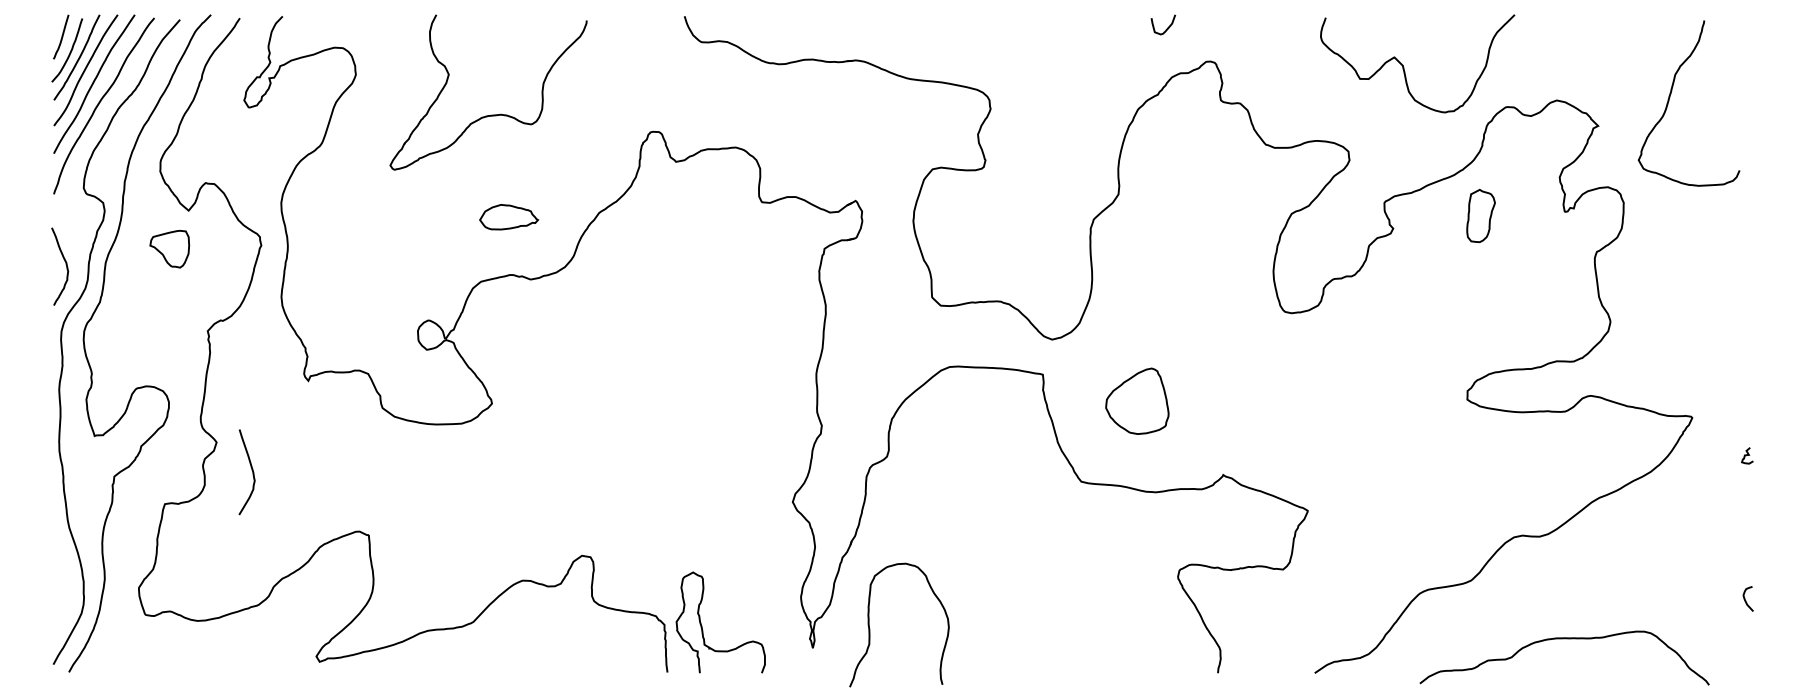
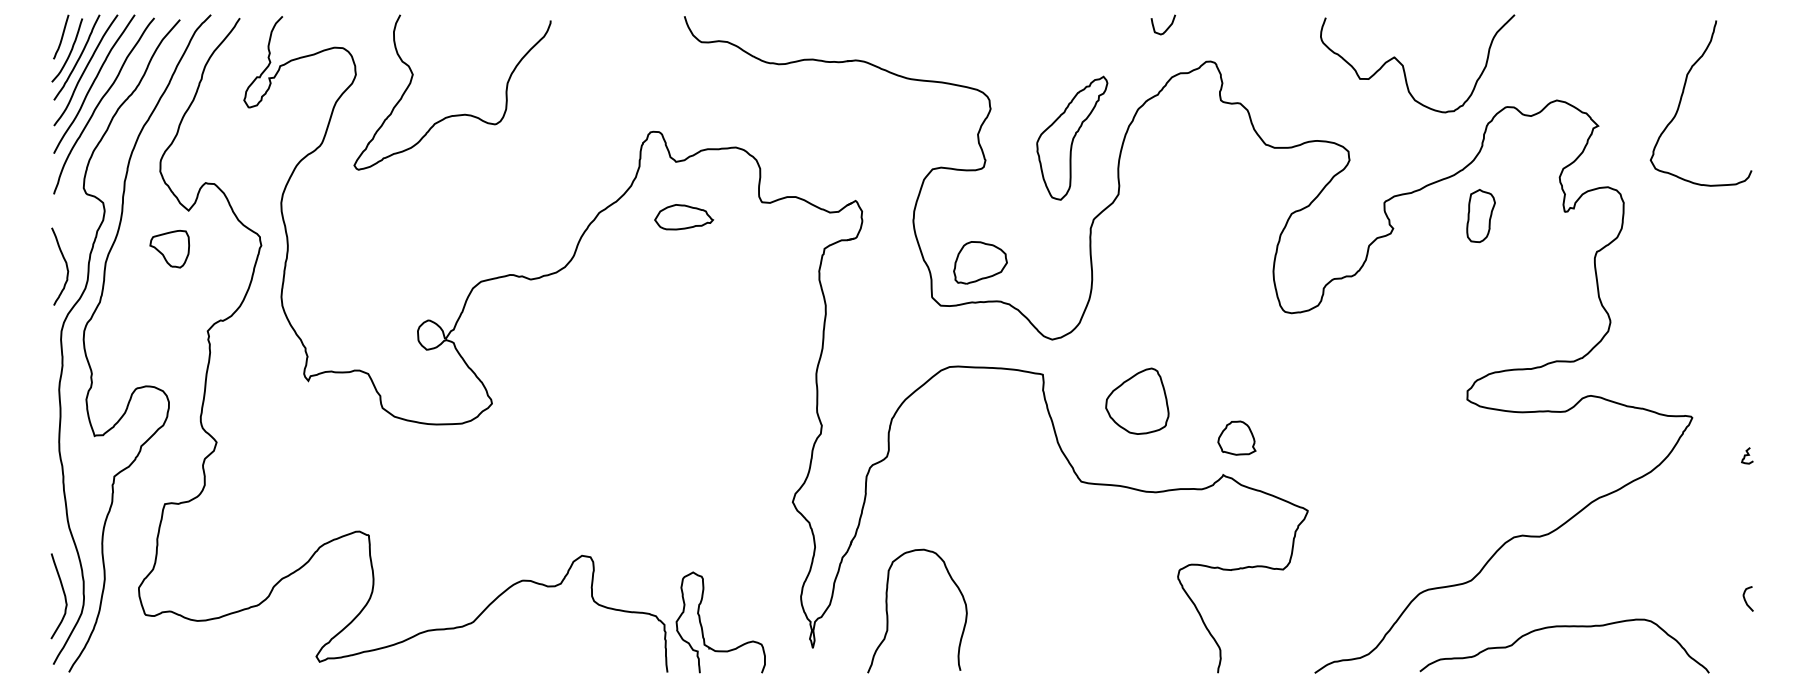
curve at (1670, 97) position: (1670, 97) -> (1682, 97)
curve at (491, 114) position: (491, 114) -> (455, 114)
part at (1072, 137): none -> present
part at (509, 217) position: (509, 217) -> (684, 217)
part at (980, 262): none -> present
part at (1236, 437): none -> present
curve at (251, 470) position: (251, 470) -> (63, 594)
curve at (870, 628) position: (870, 628) -> (888, 614)
curve at (1564, 639) position: (1564, 639) -> (1564, 627)
